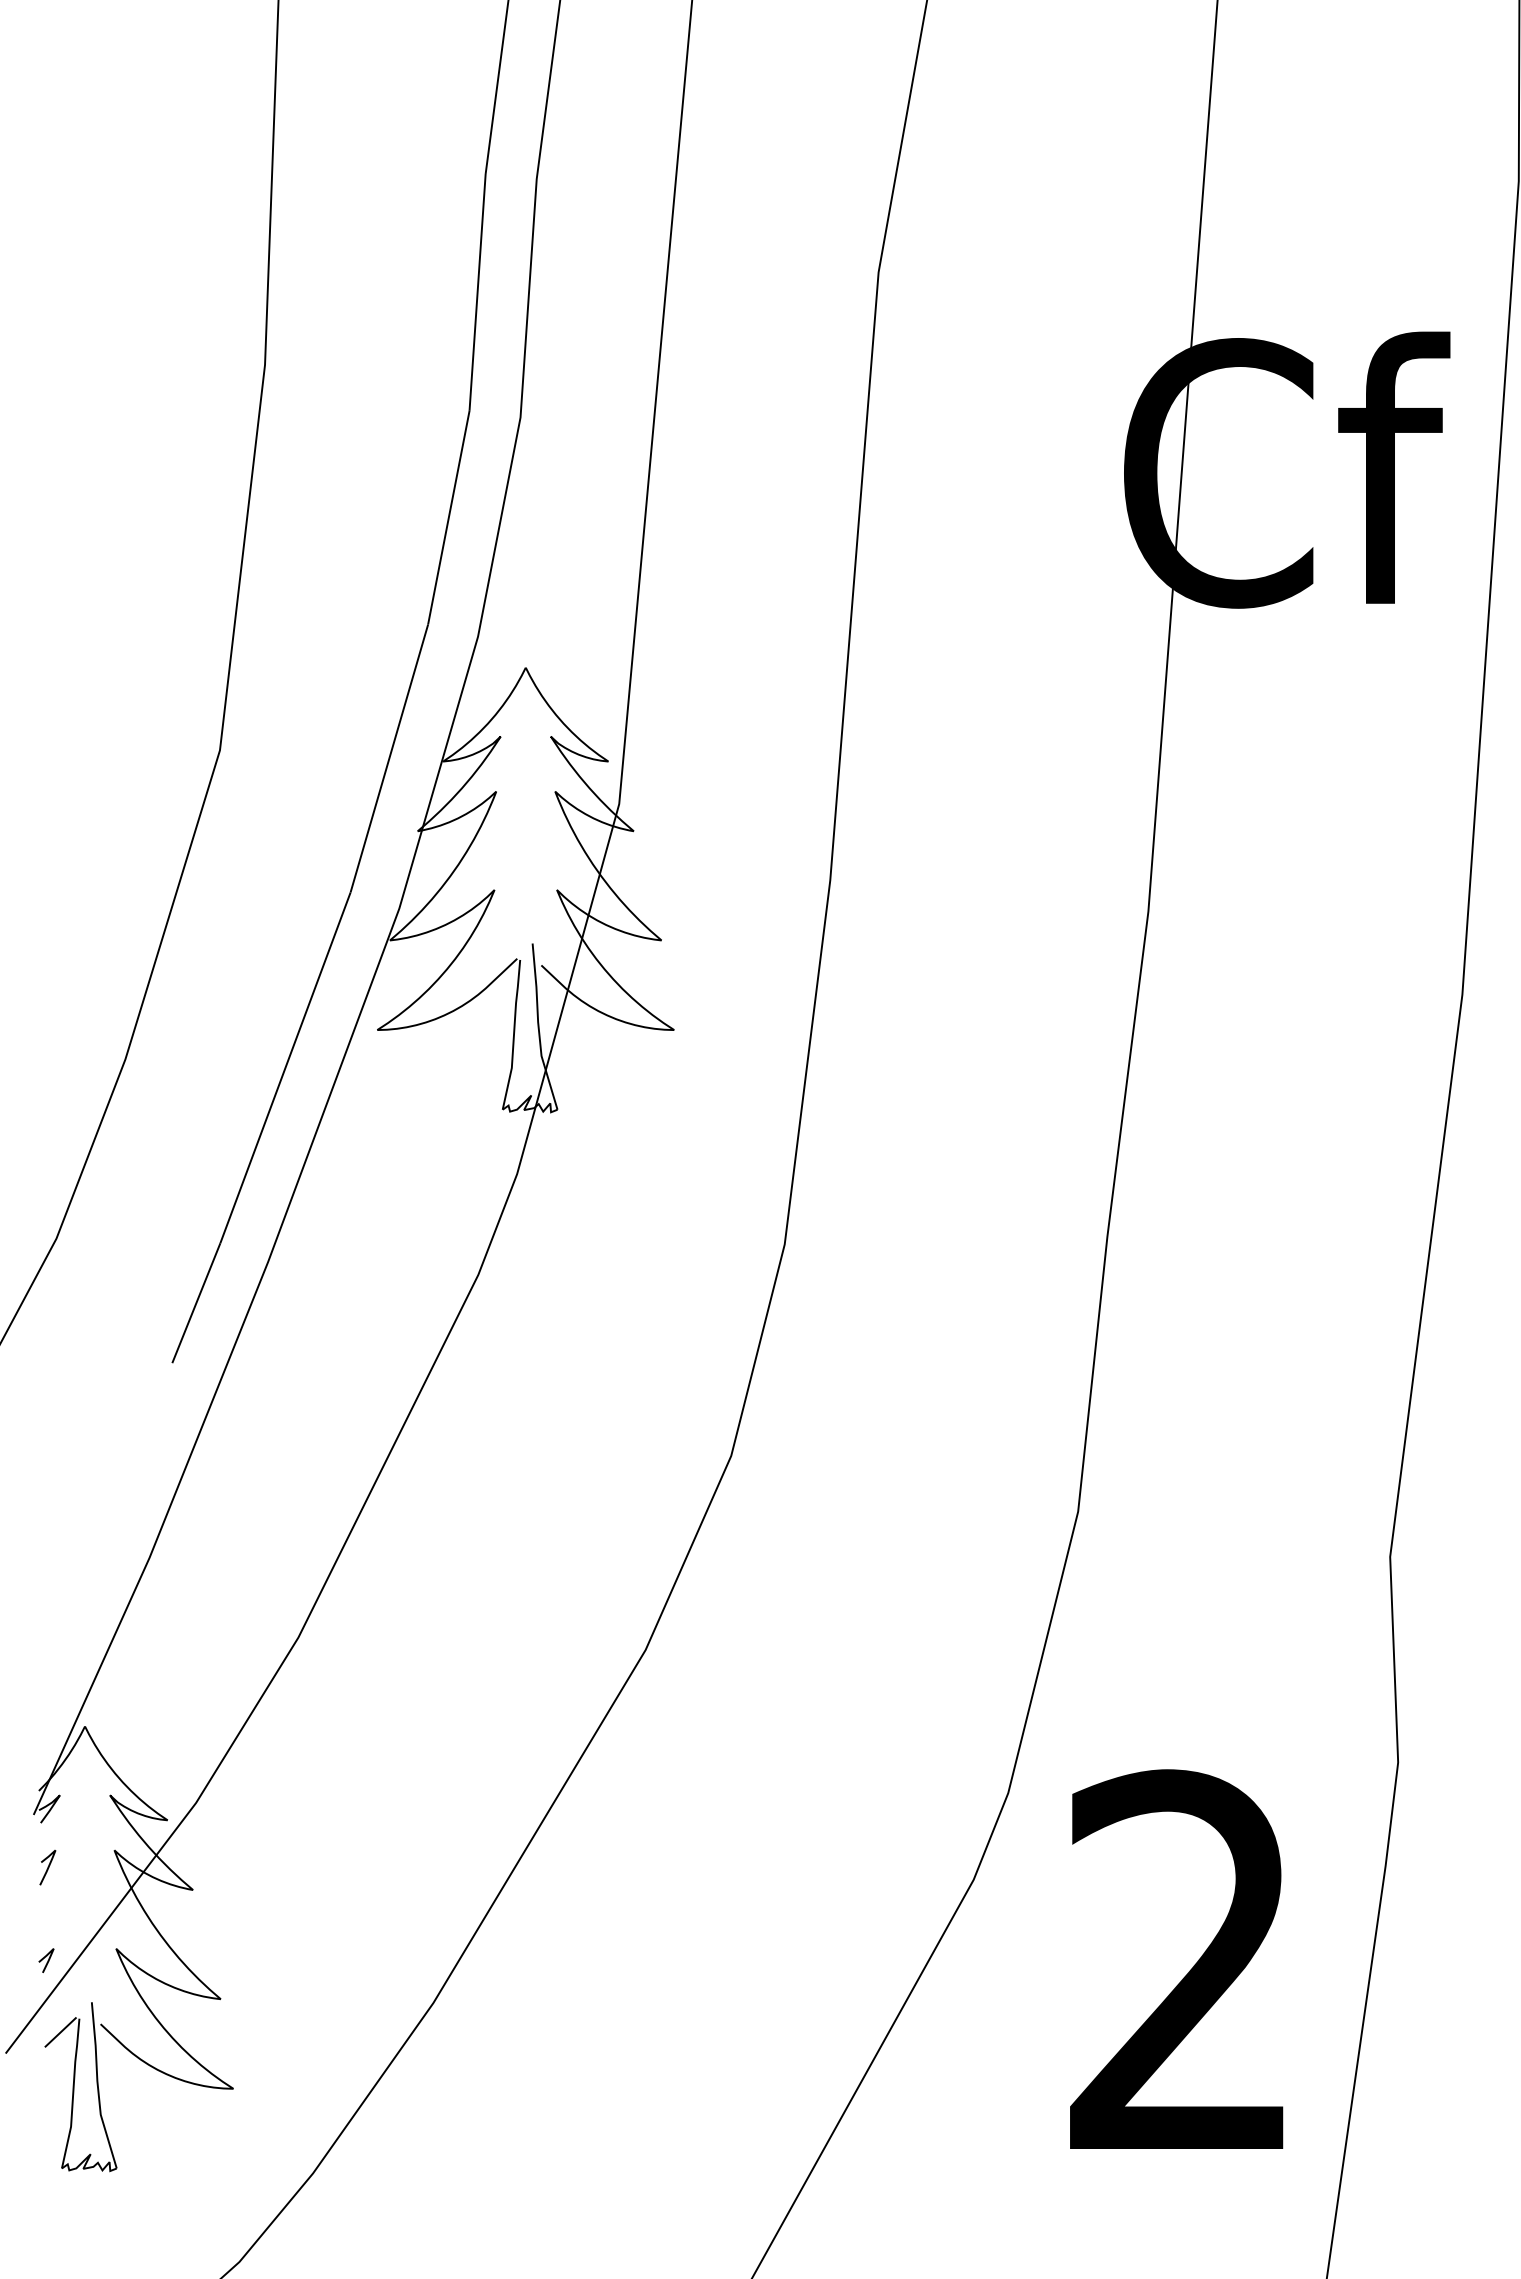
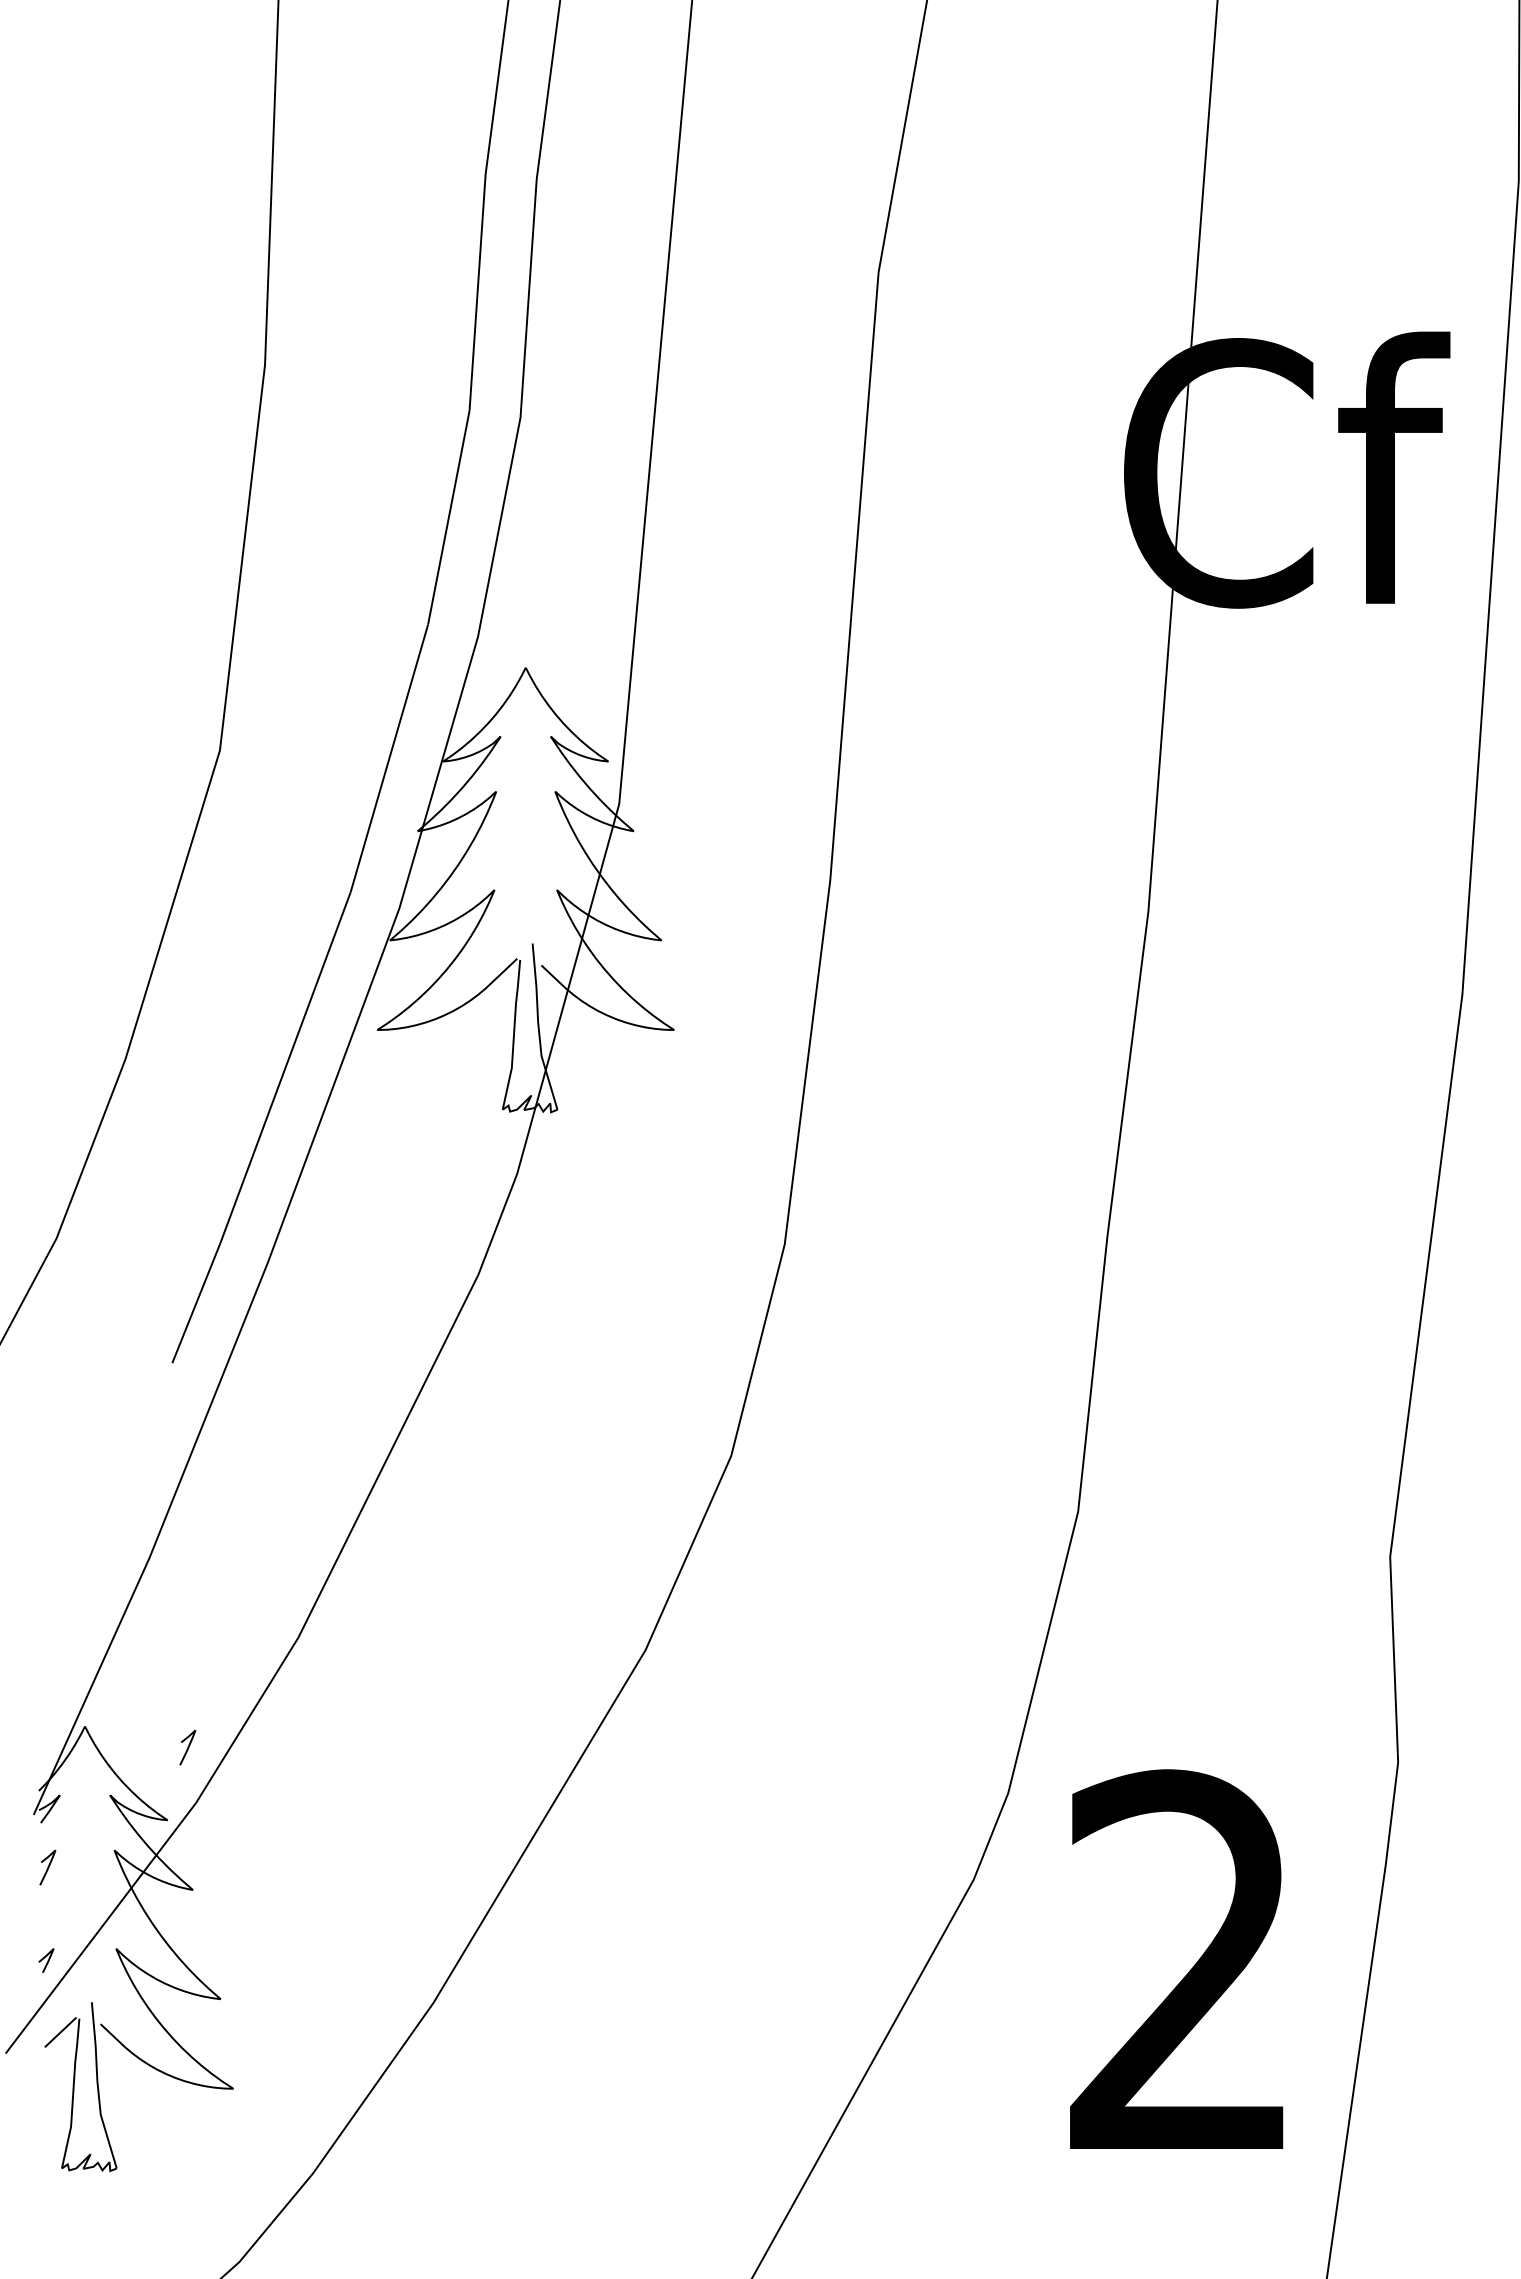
curve at (187, 1747): none -> present
